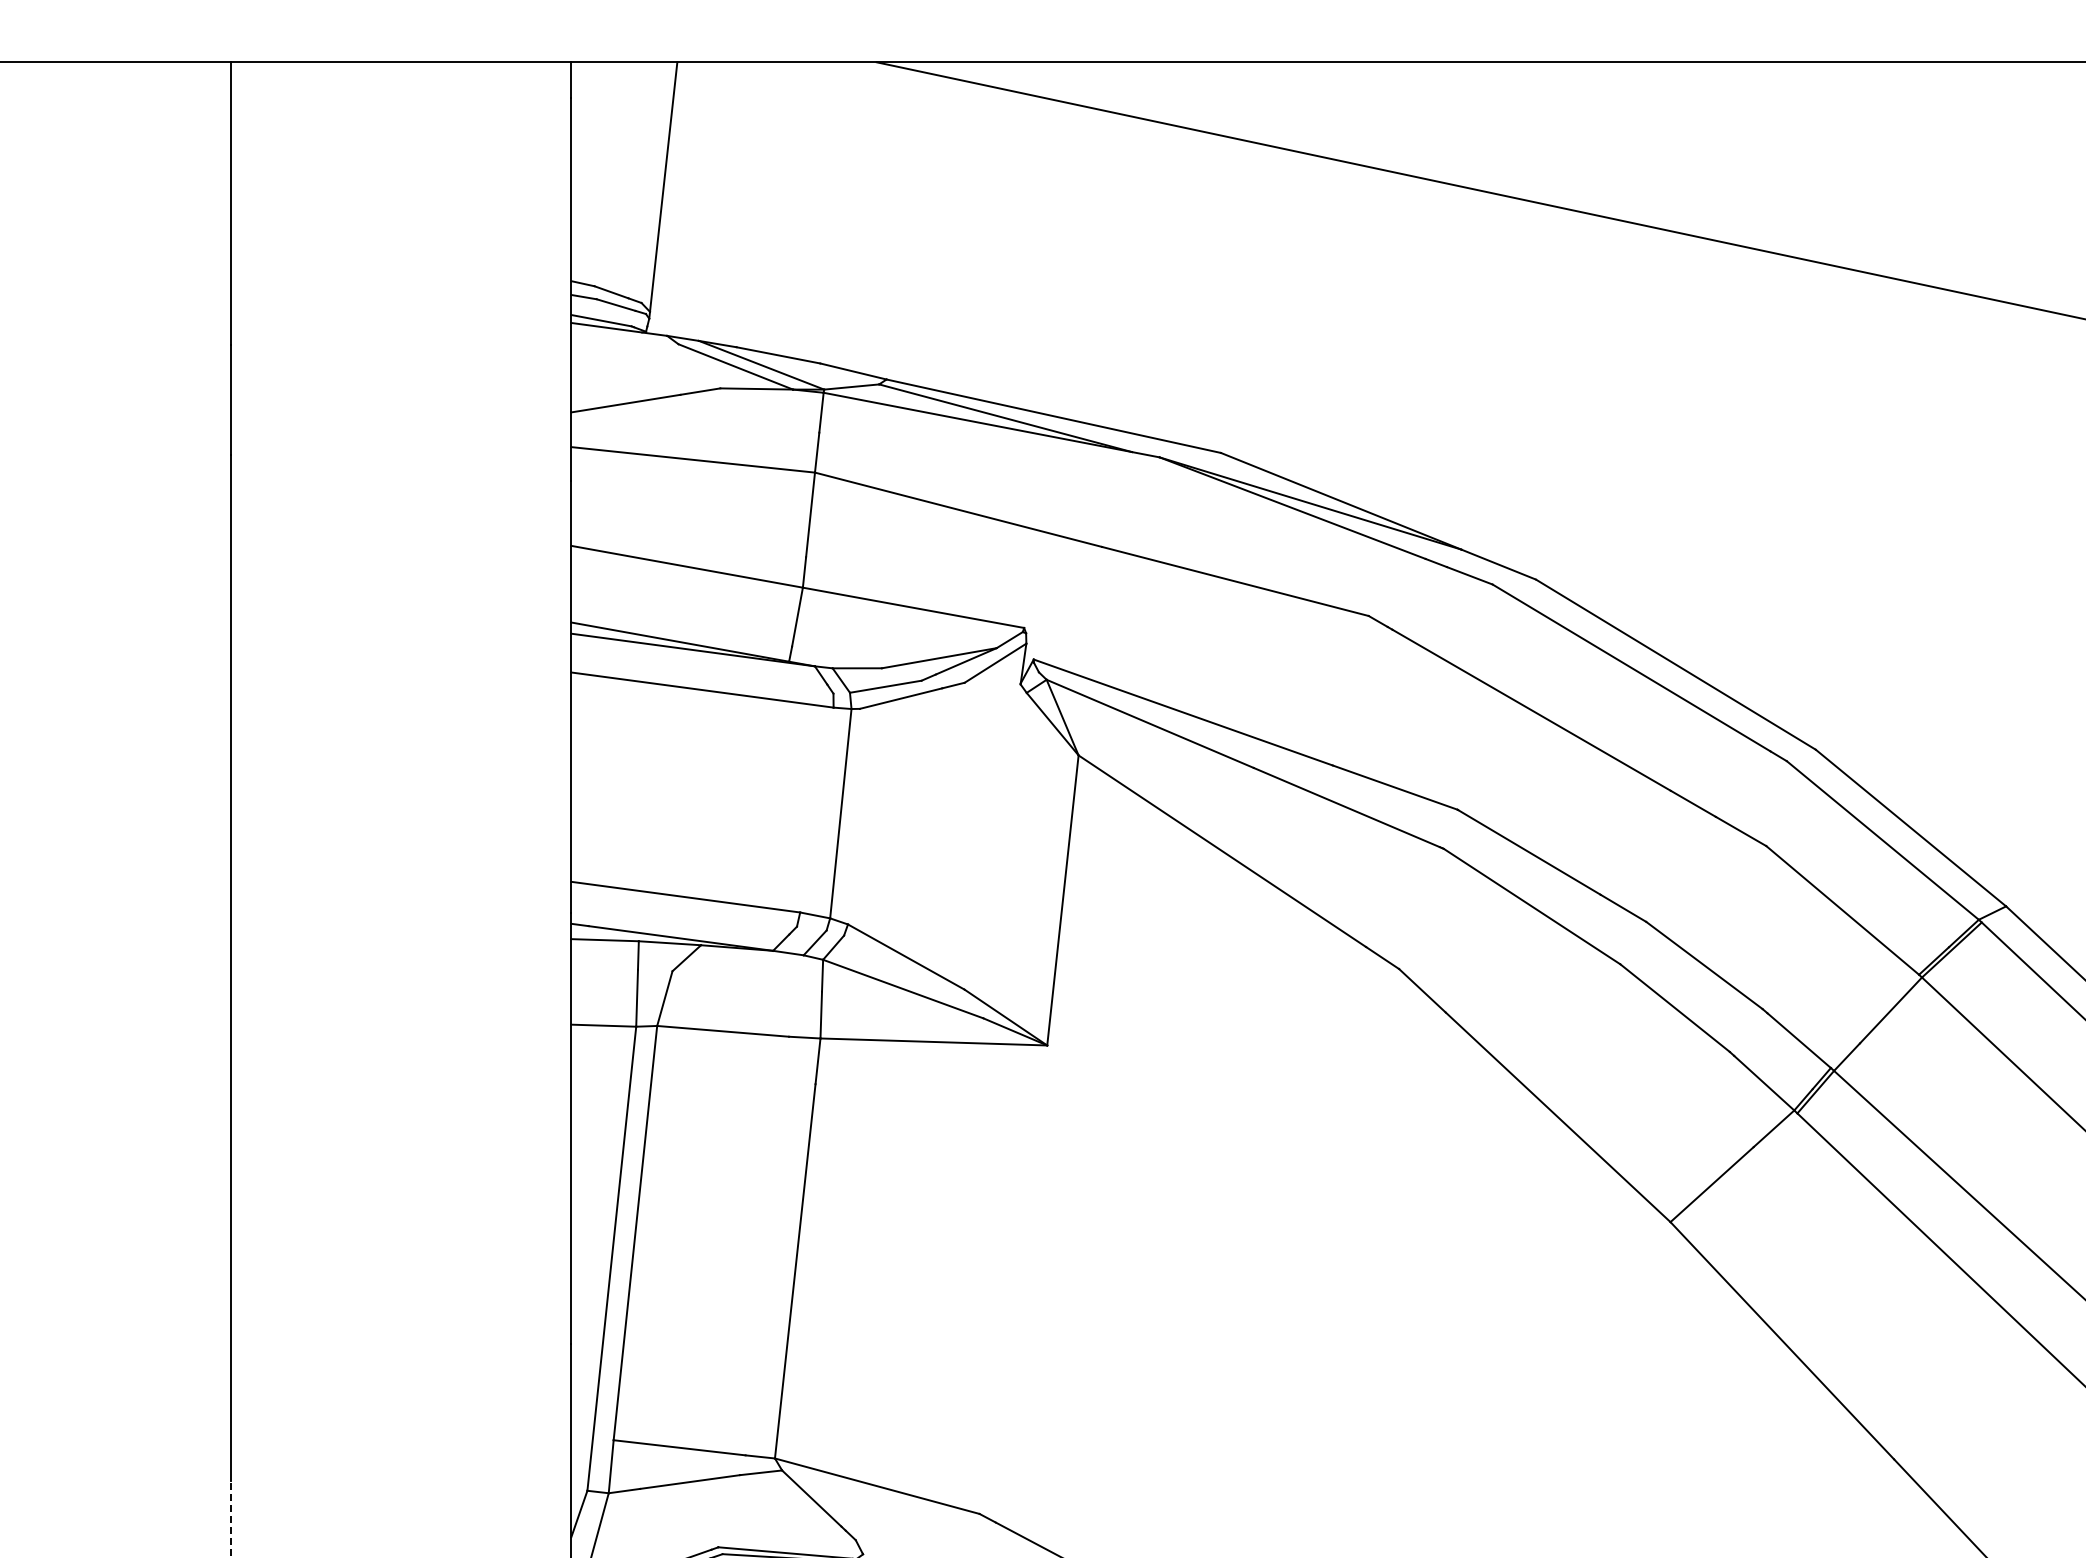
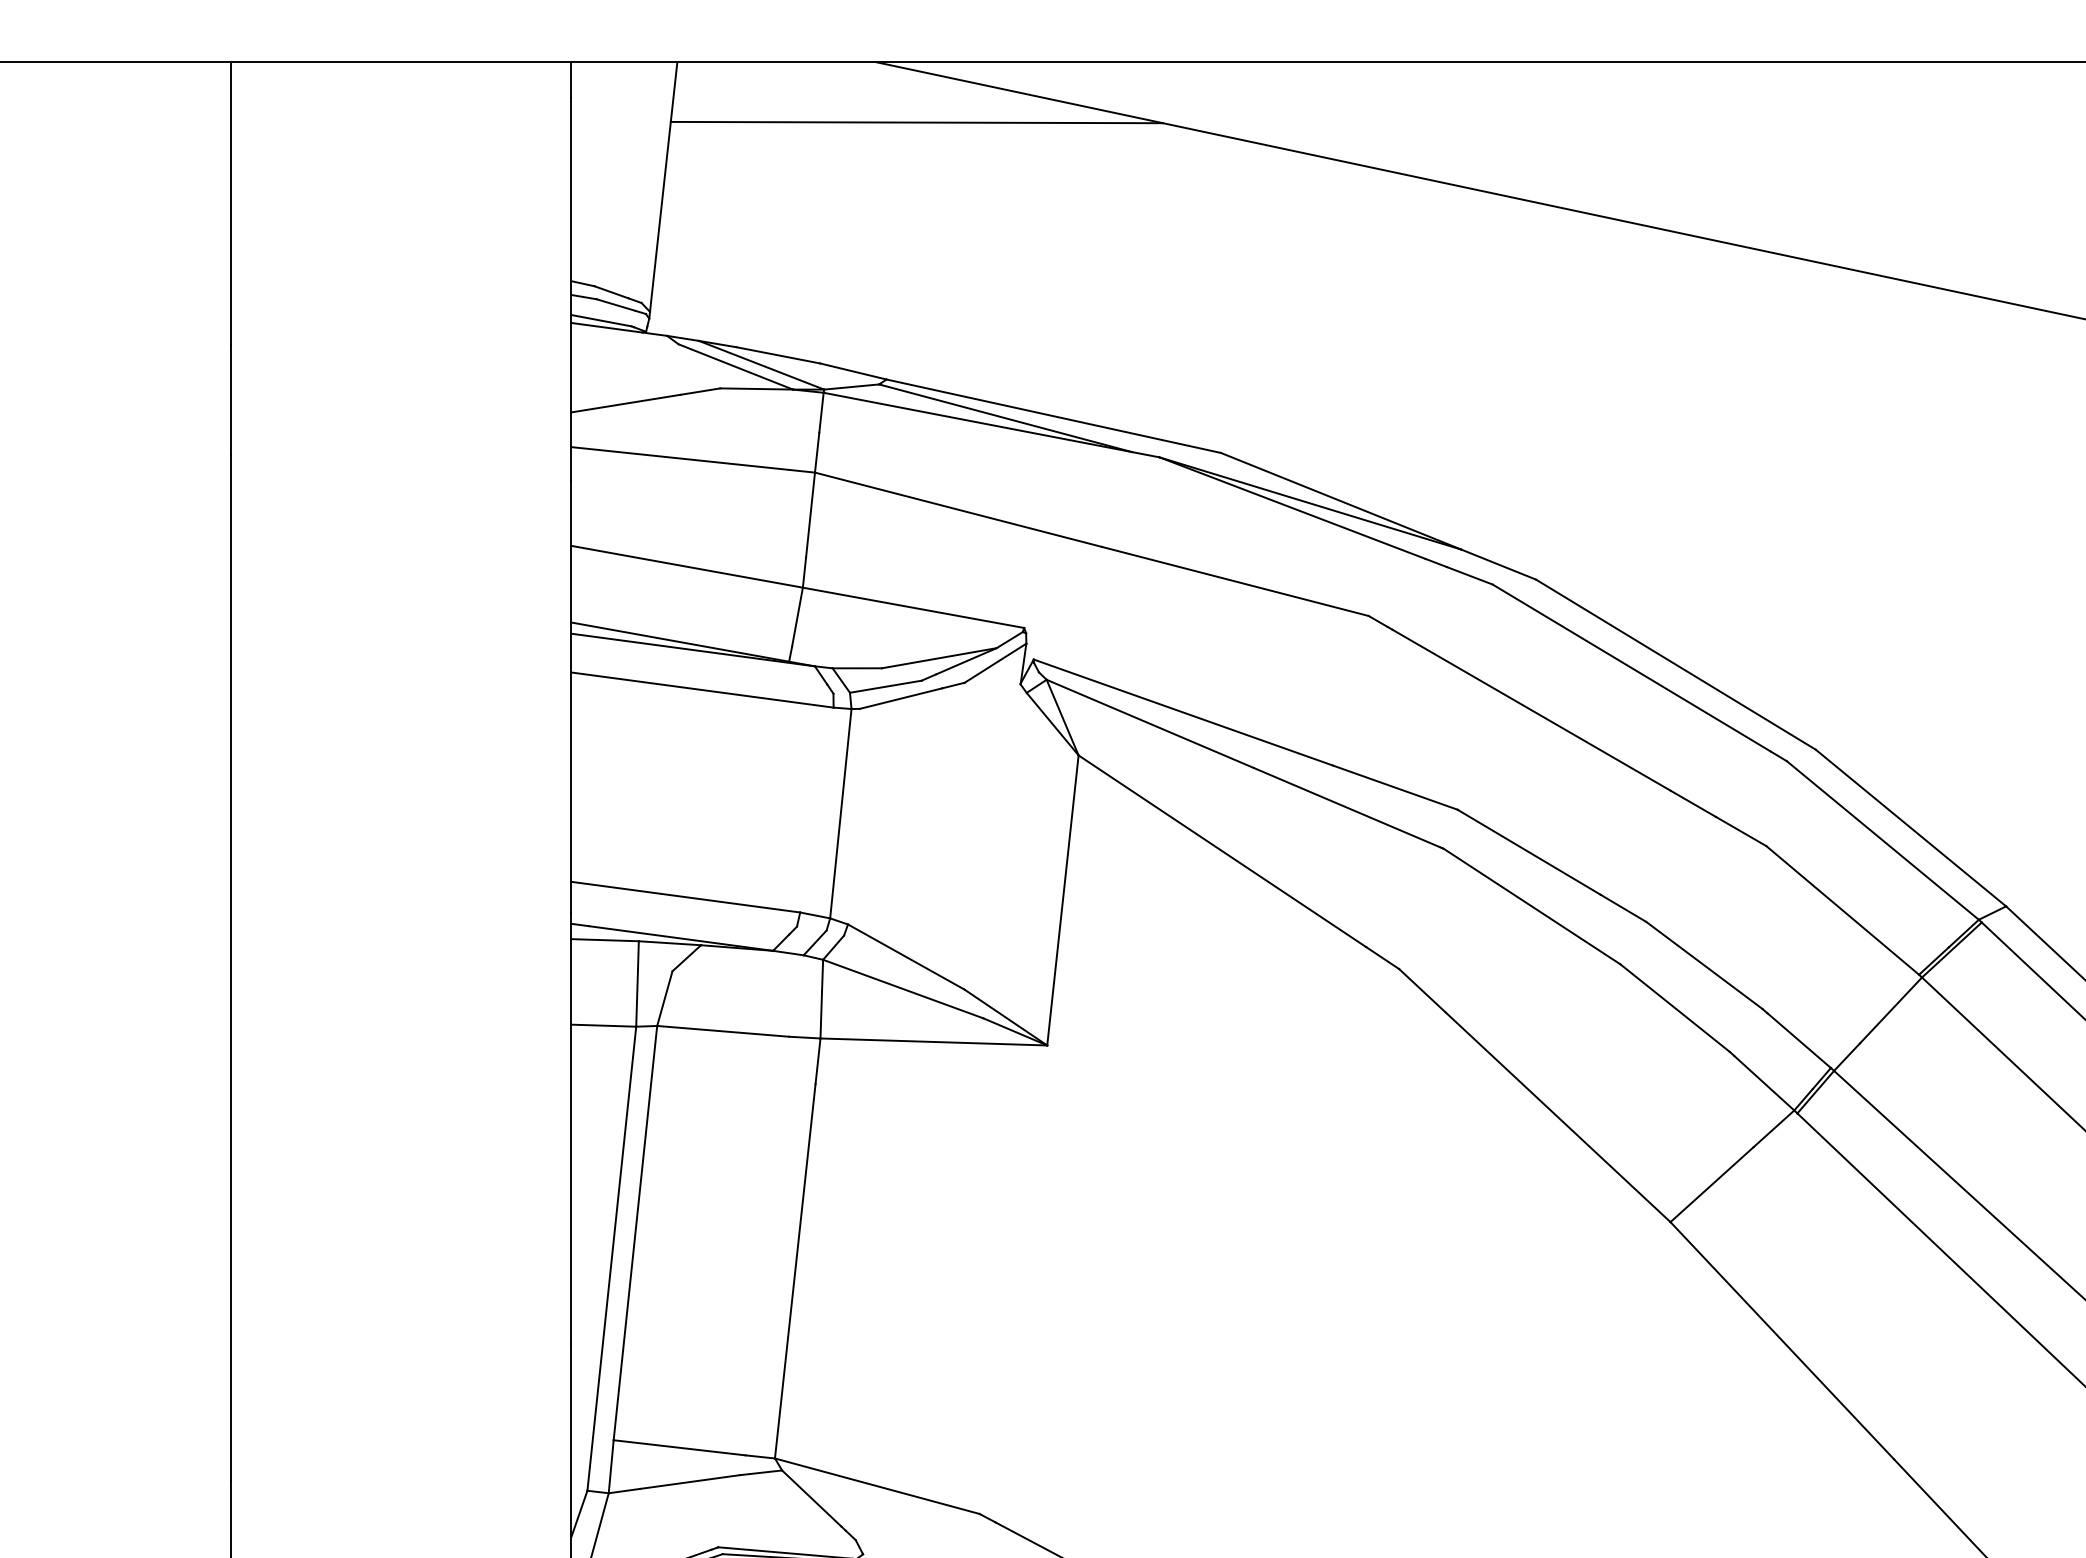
line at (916, 122): none -> present
line at (230, 1518): dashed -> solid
